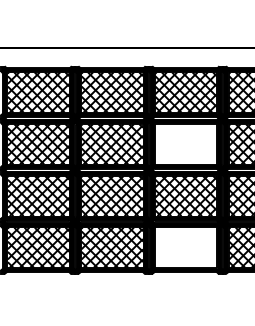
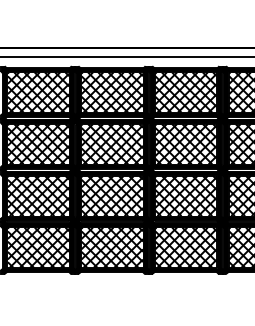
line at (126, 56): none -> present
hatch at (185, 144): none -> present
hatch at (185, 247): none -> present
